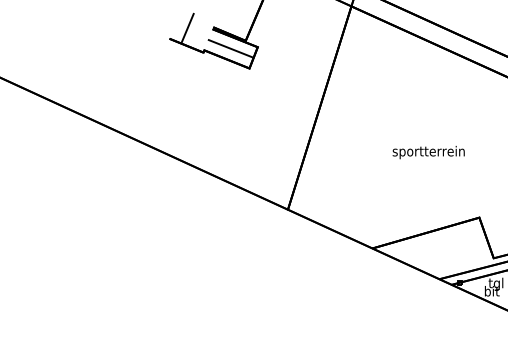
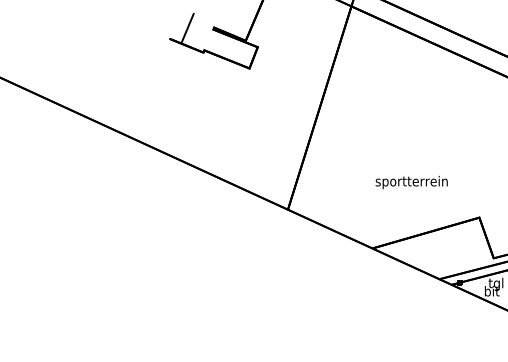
line at (230, 48): present -> none
text at (428, 152) position: (428, 152) -> (411, 182)
